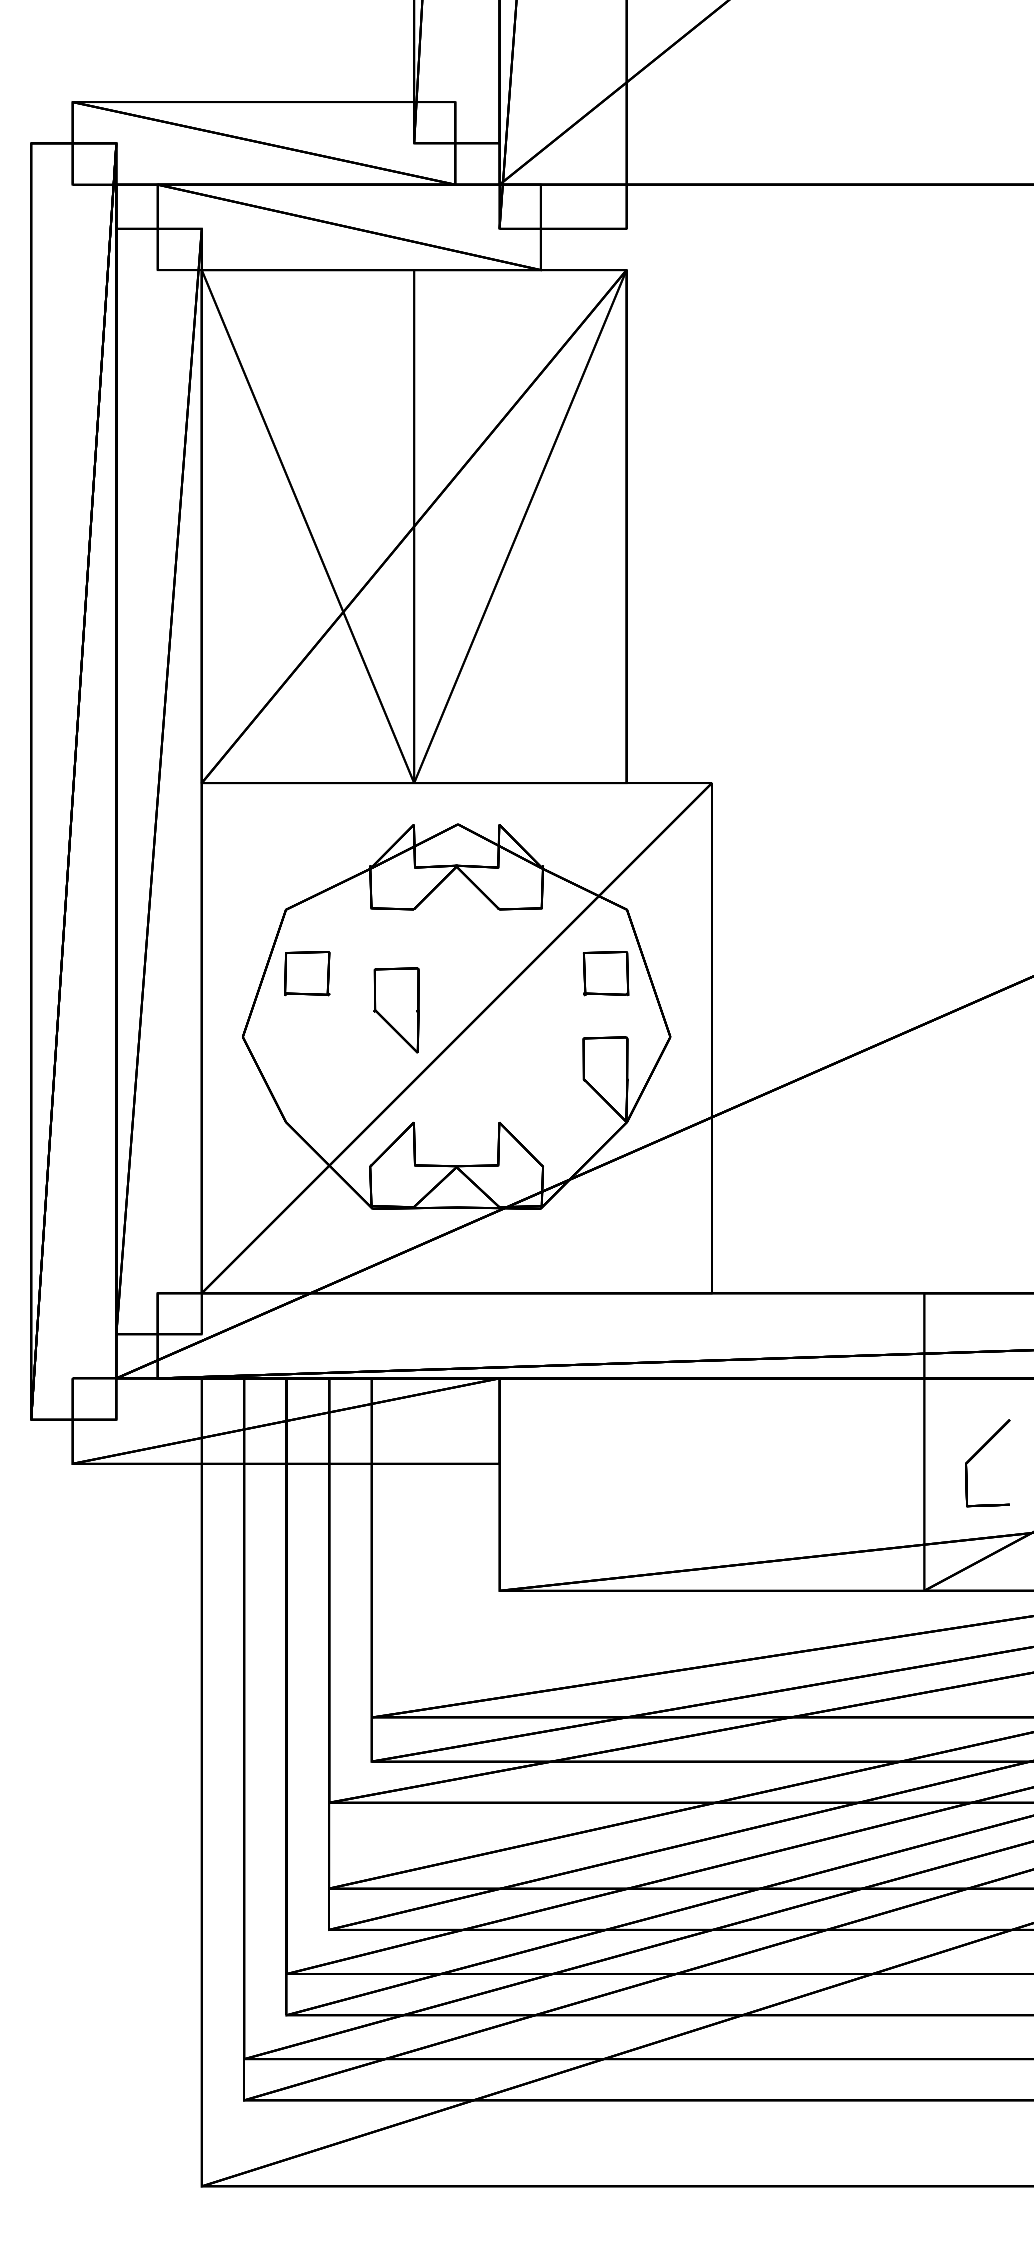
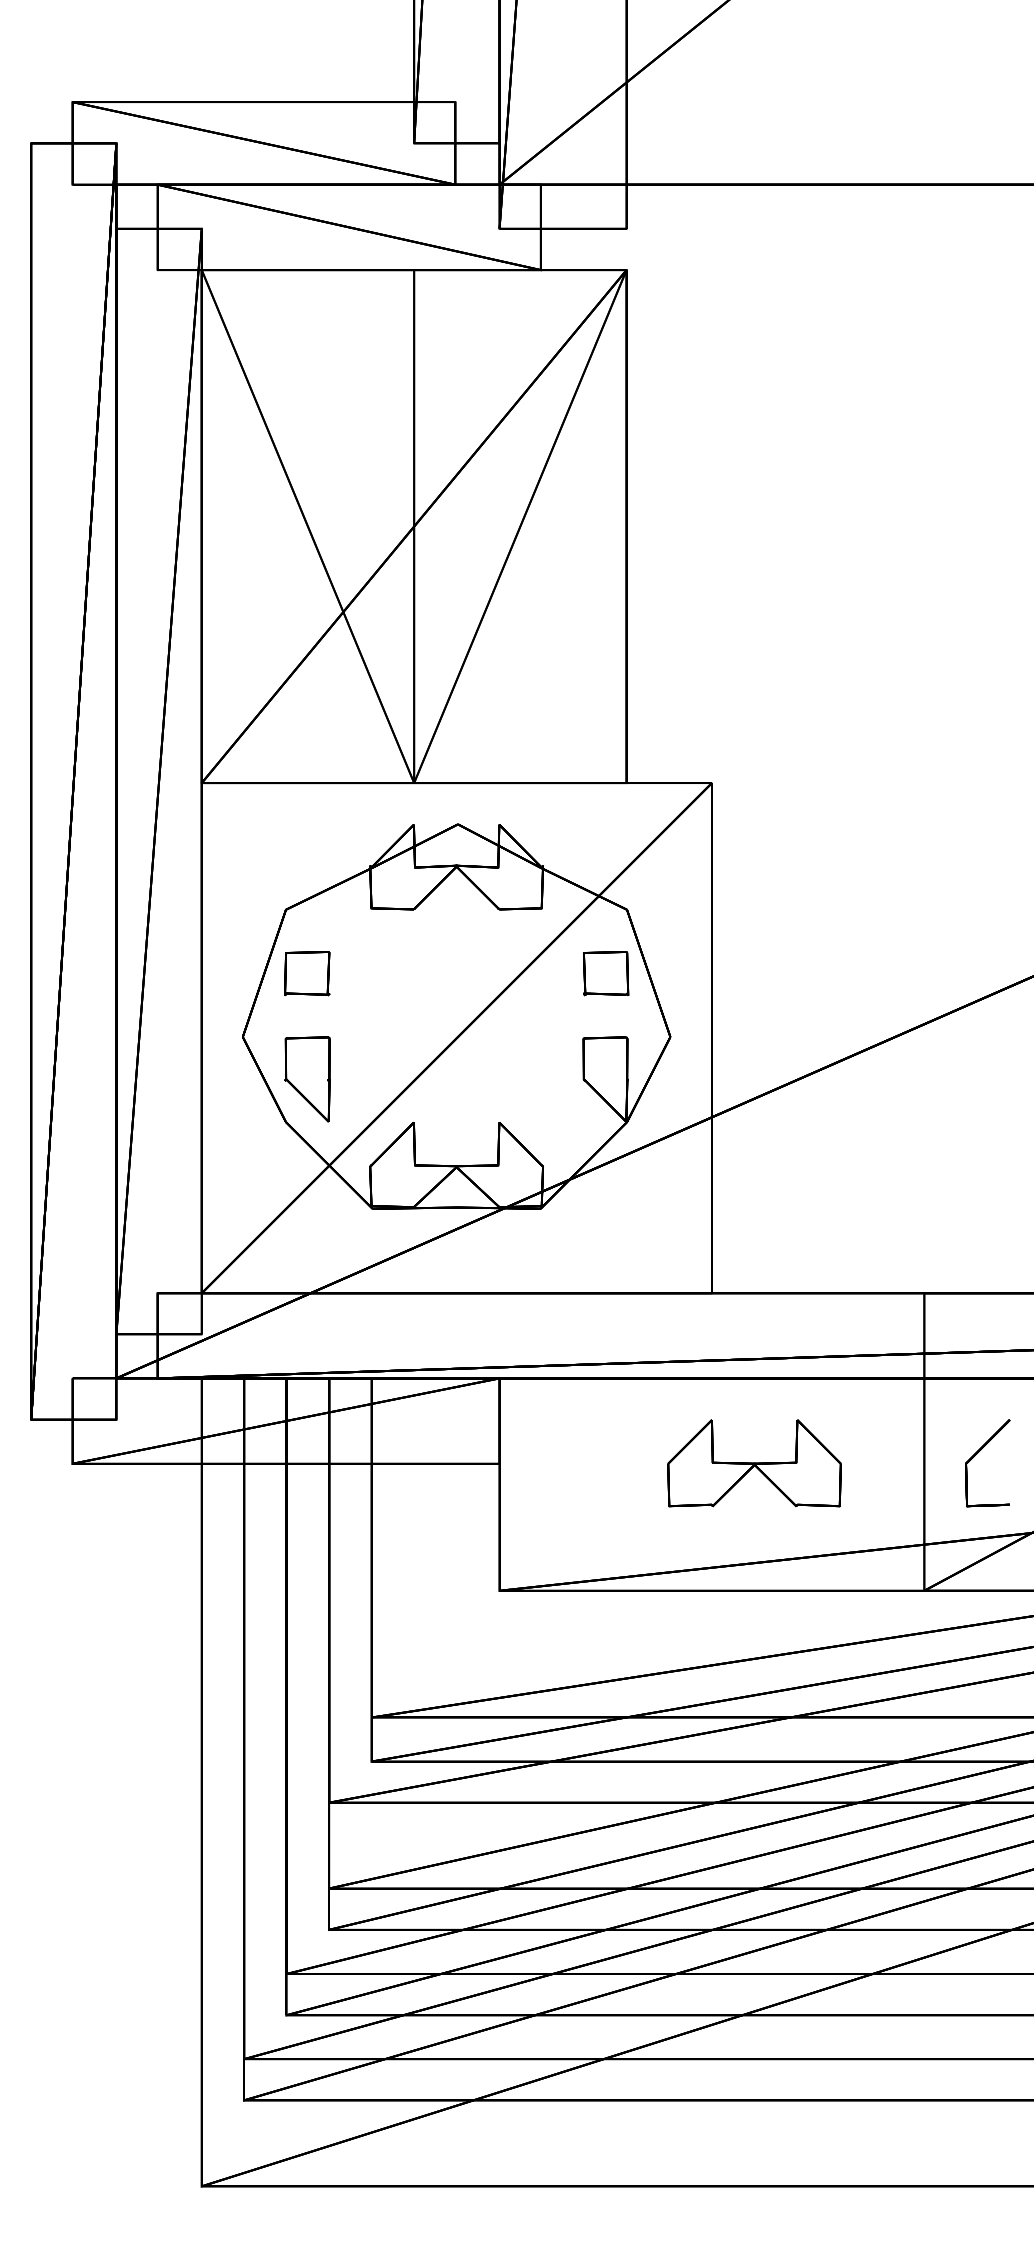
part at (396, 1010) position: (396, 1010) -> (307, 1079)
part at (754, 1463): none -> present
